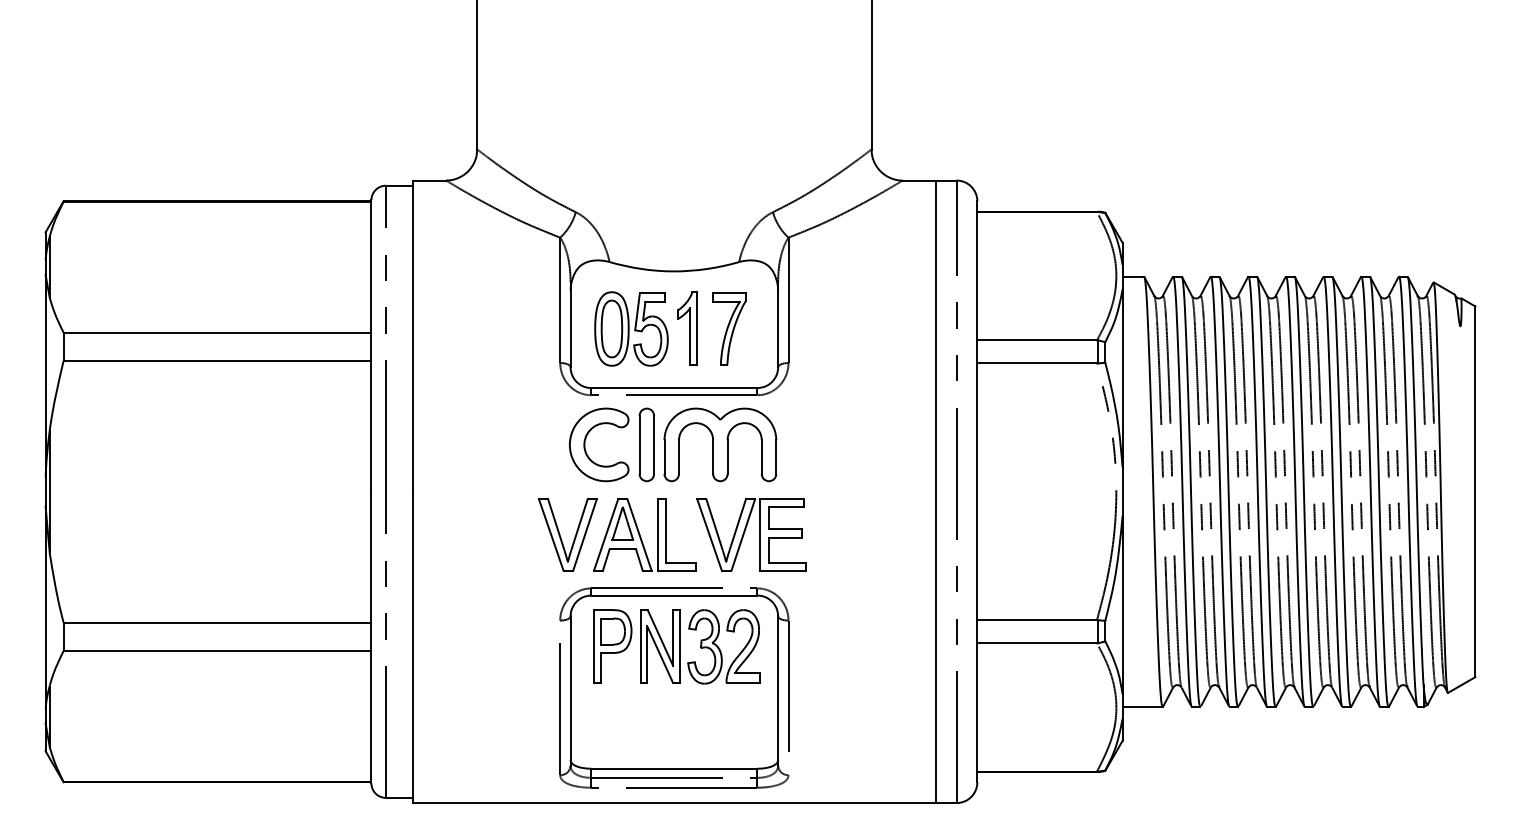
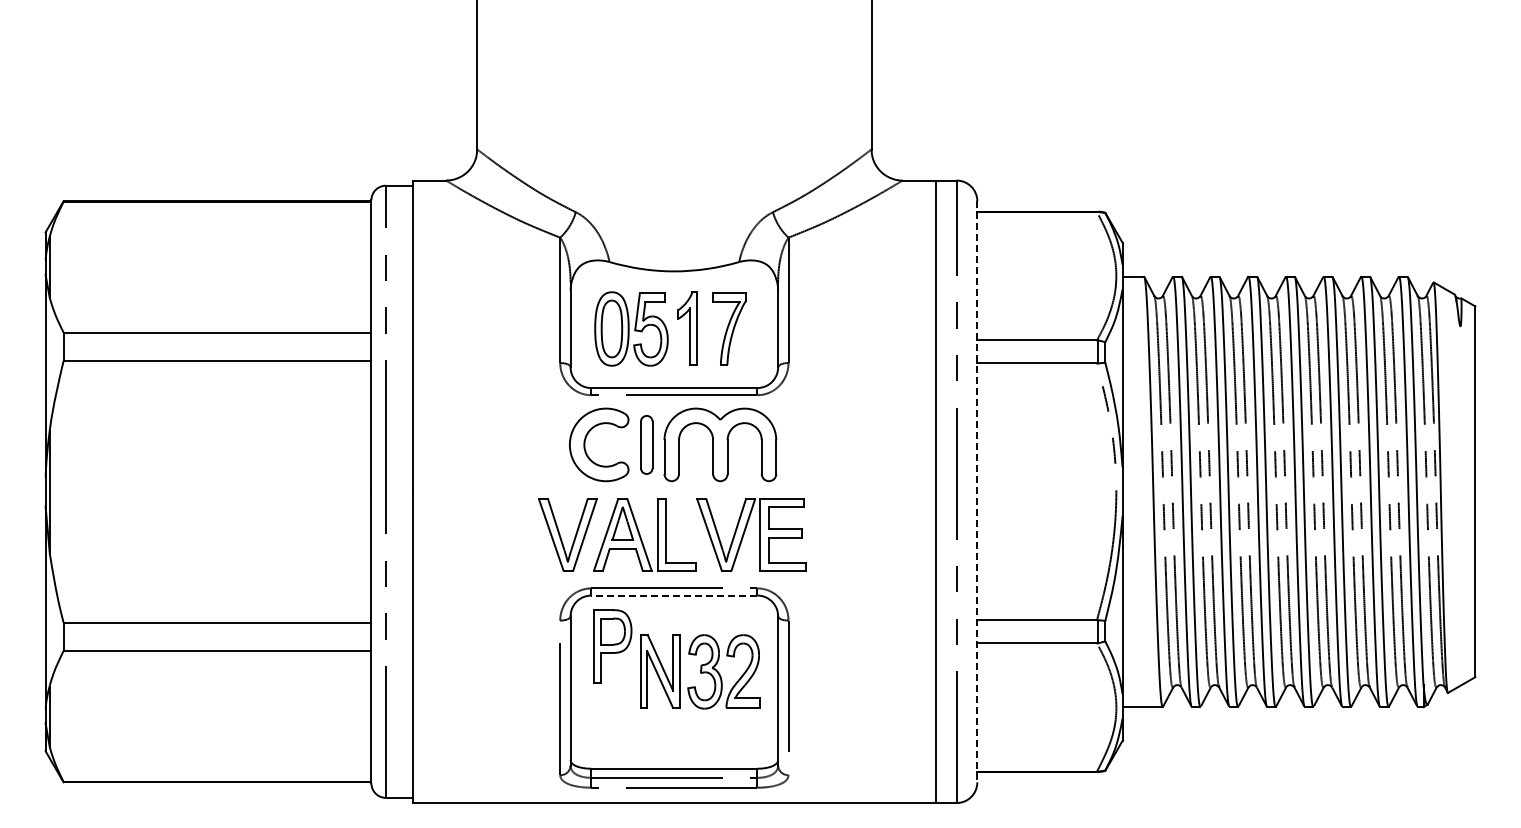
part at (646, 444) size: 17x76 px -> 14x60 px
line at (977, 491): solid -> dashed
line at (673, 595): solid -> dashed
part at (700, 646) position: (700, 646) -> (700, 671)
